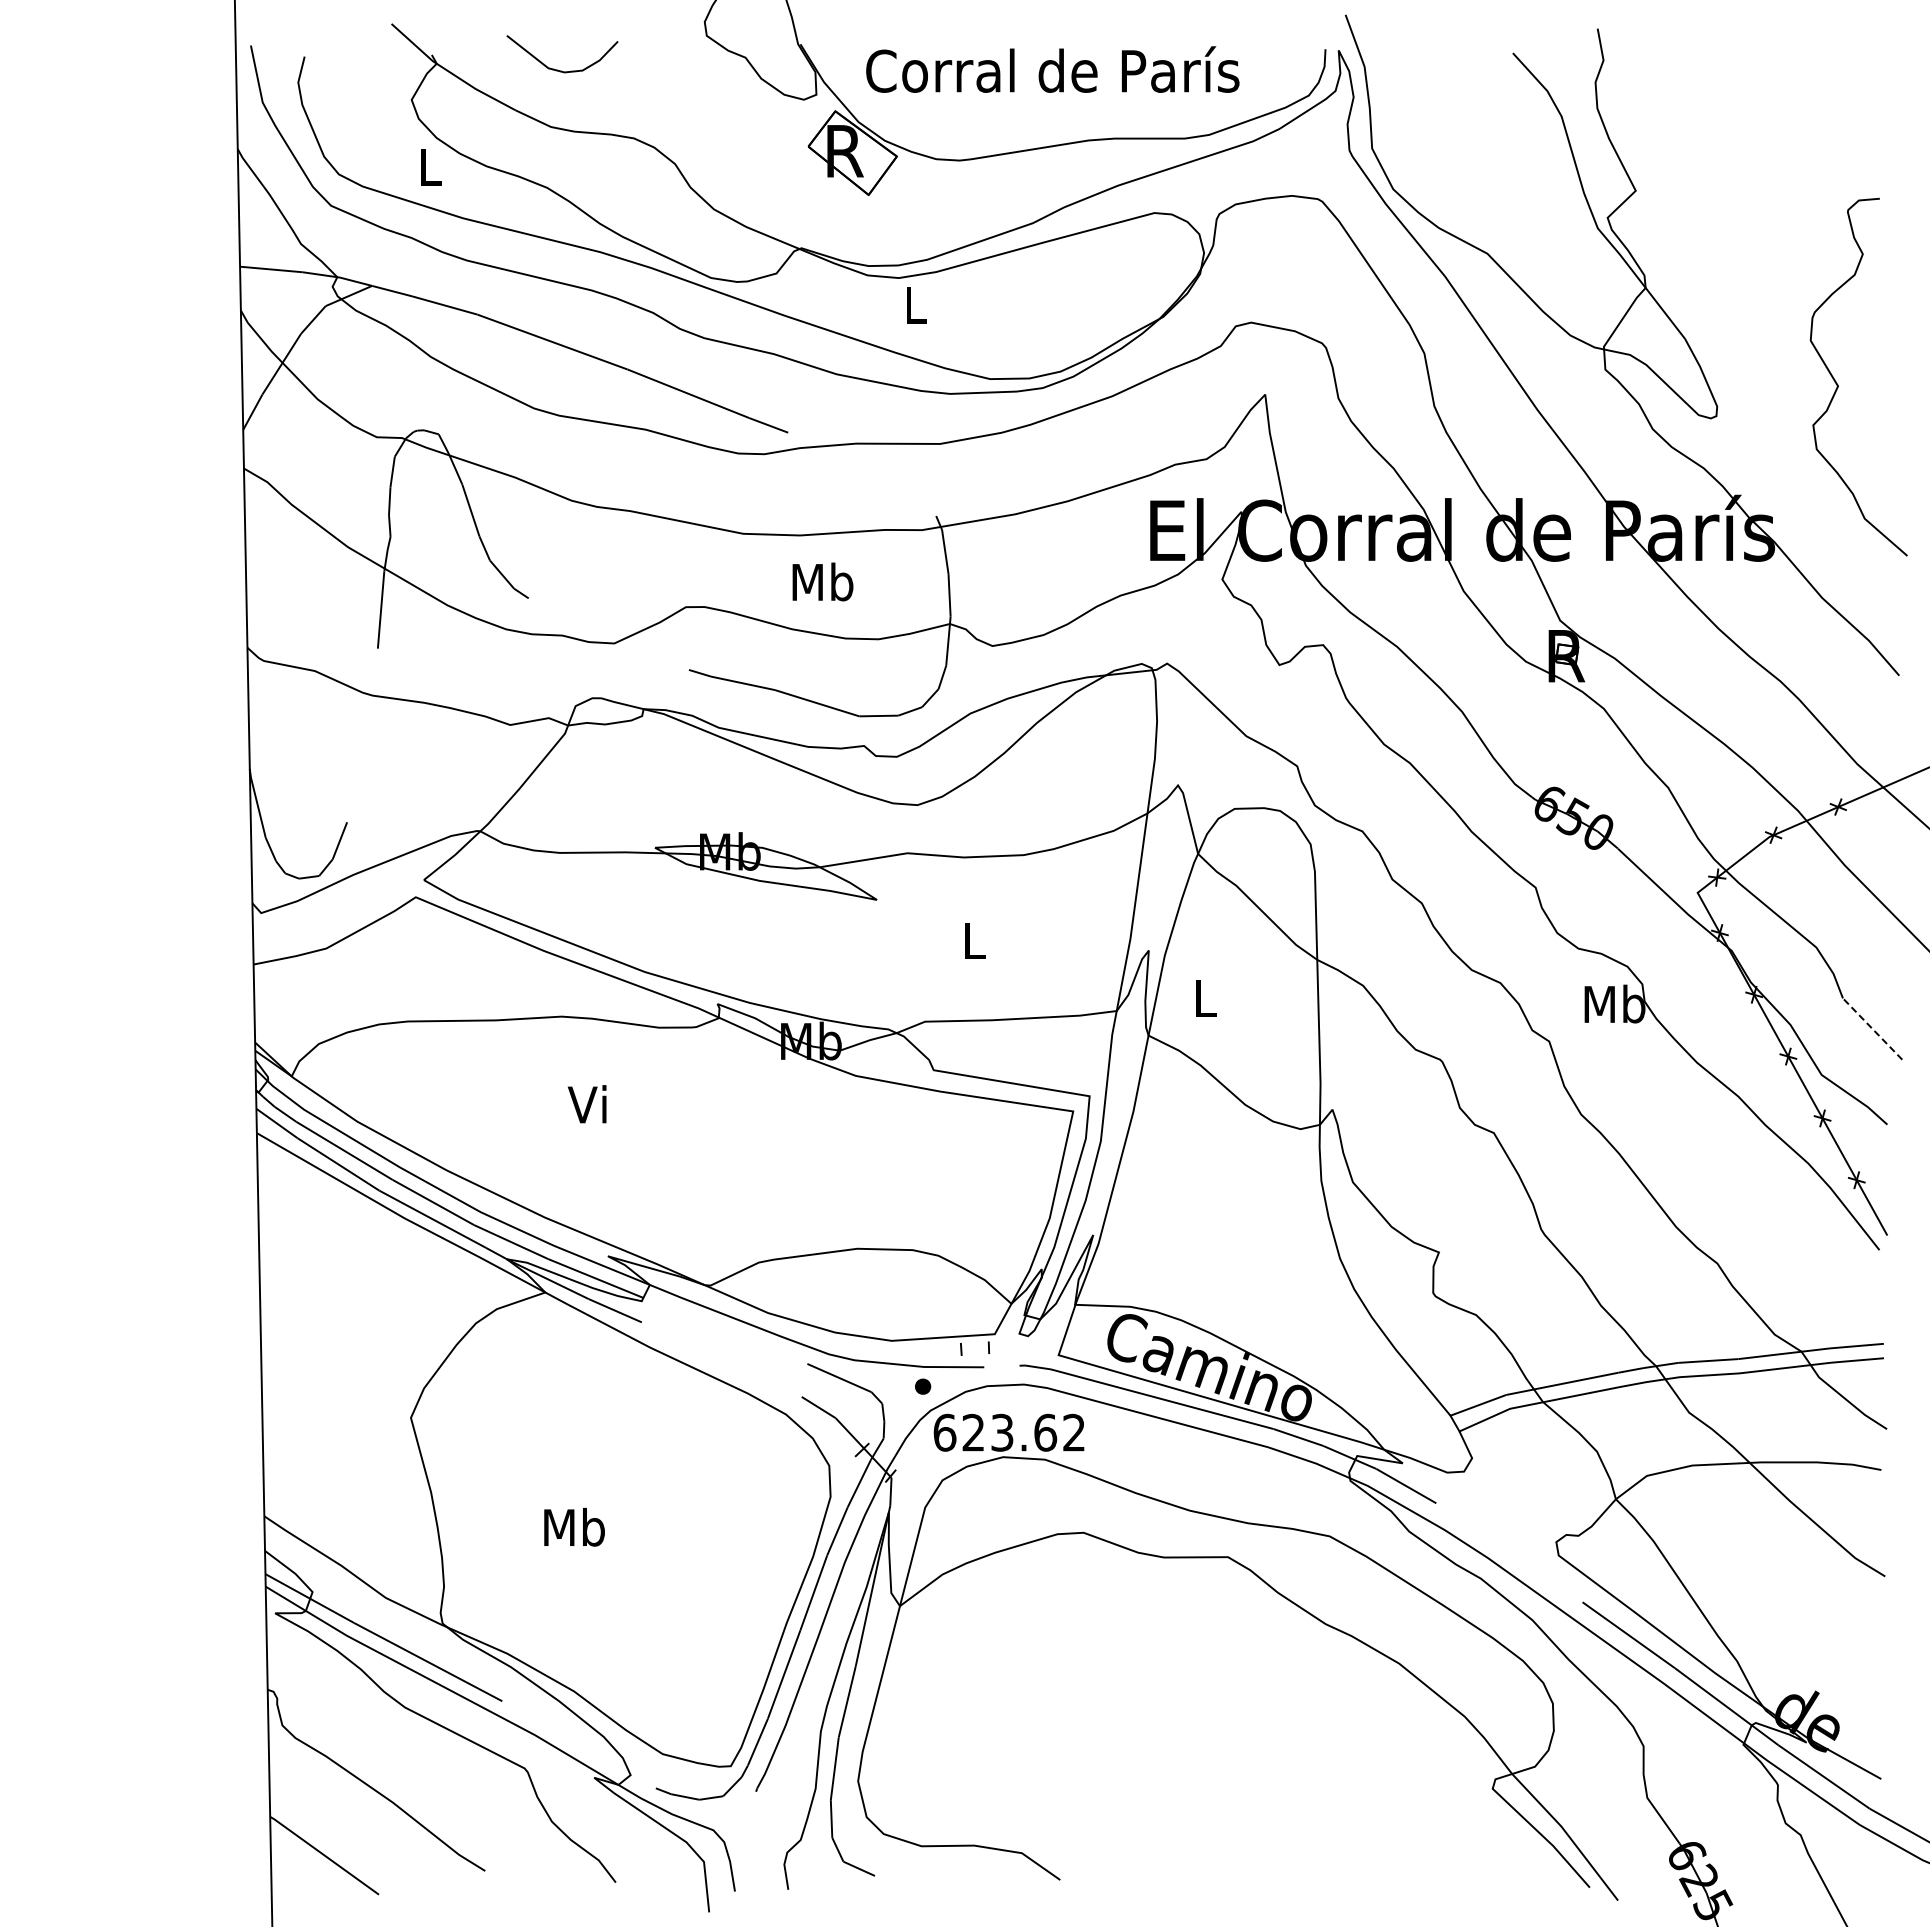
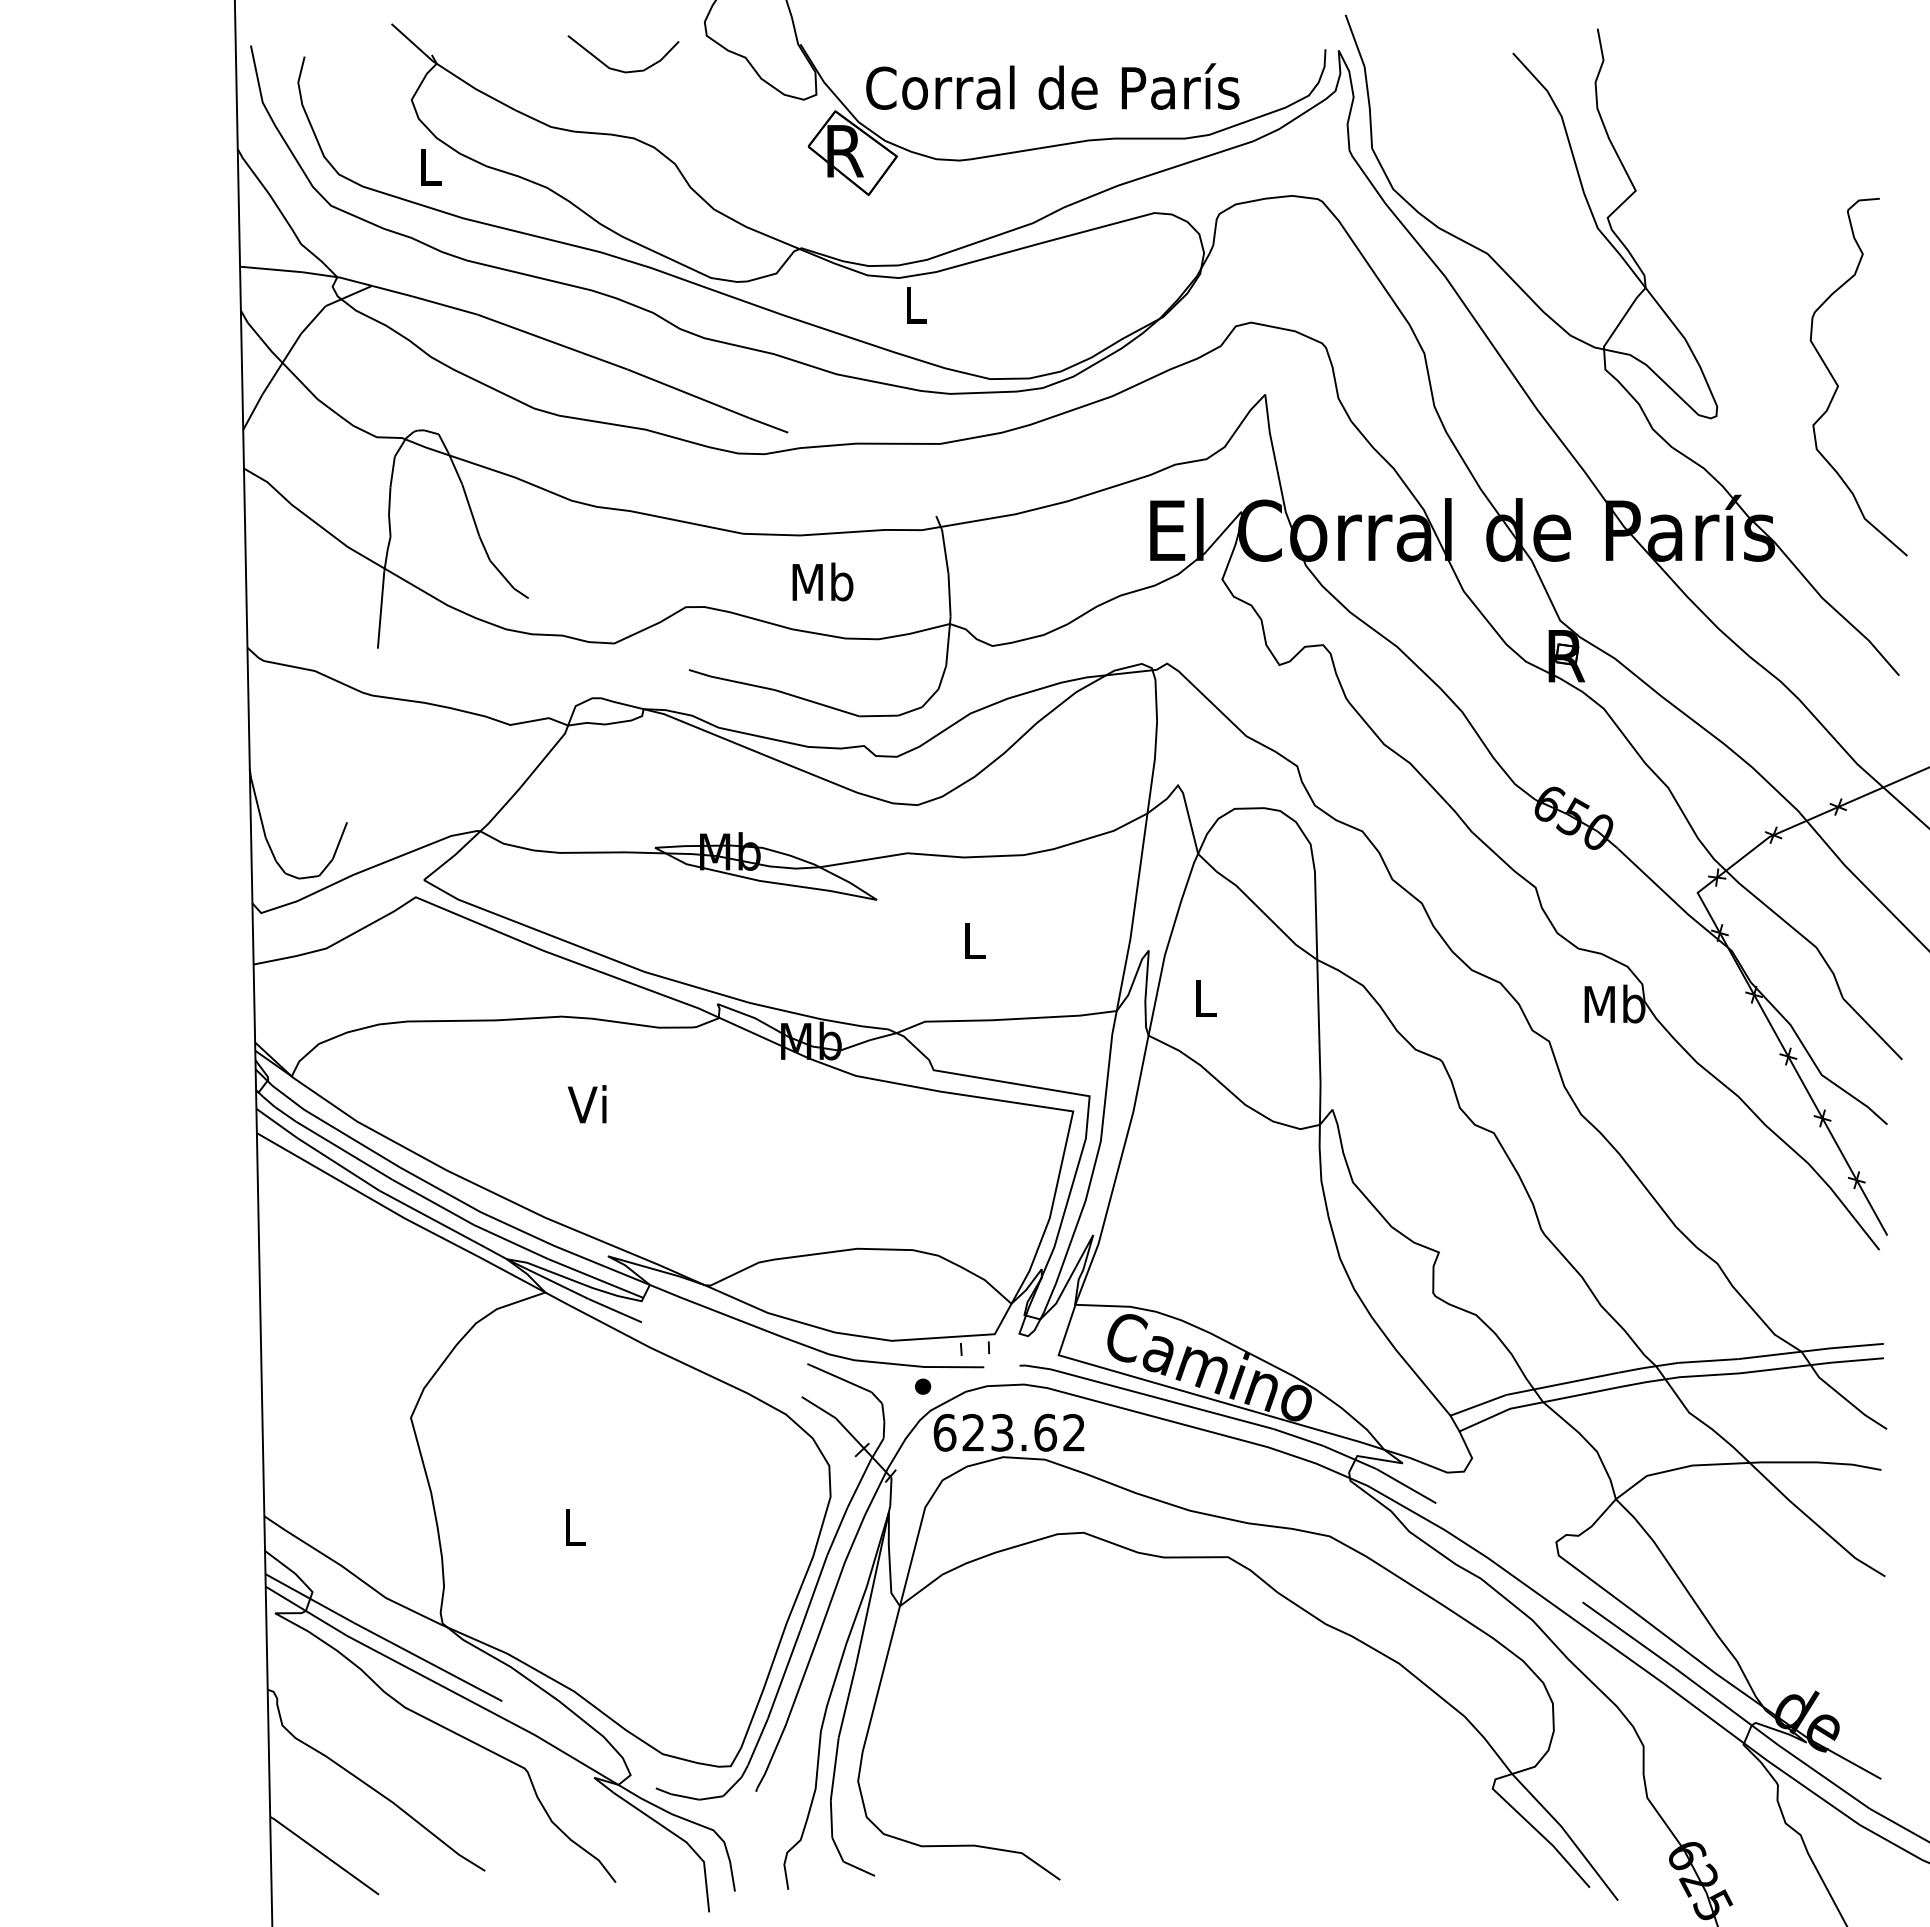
curve at (557, 69) position: (557, 69) -> (618, 69)
text at (1052, 69) position: (1052, 69) -> (1052, 86)
line at (1872, 1029): dashed -> solid
text at (574, 1526): Mb -> L
